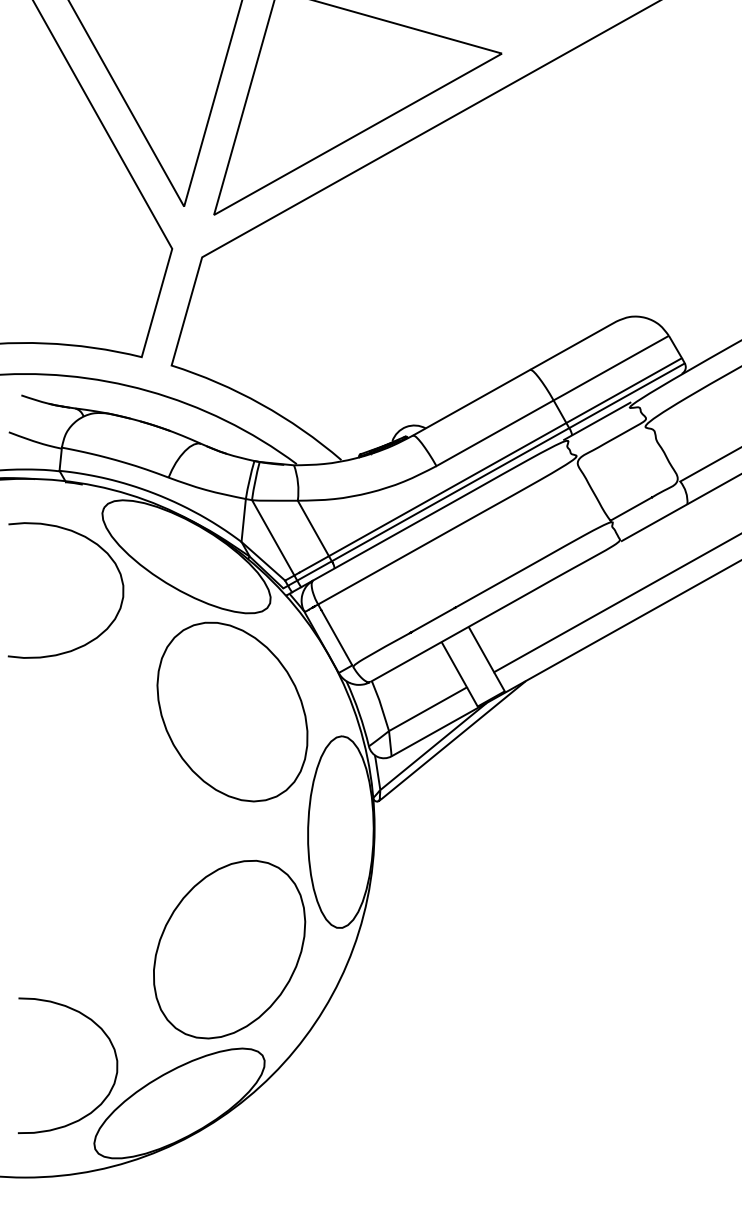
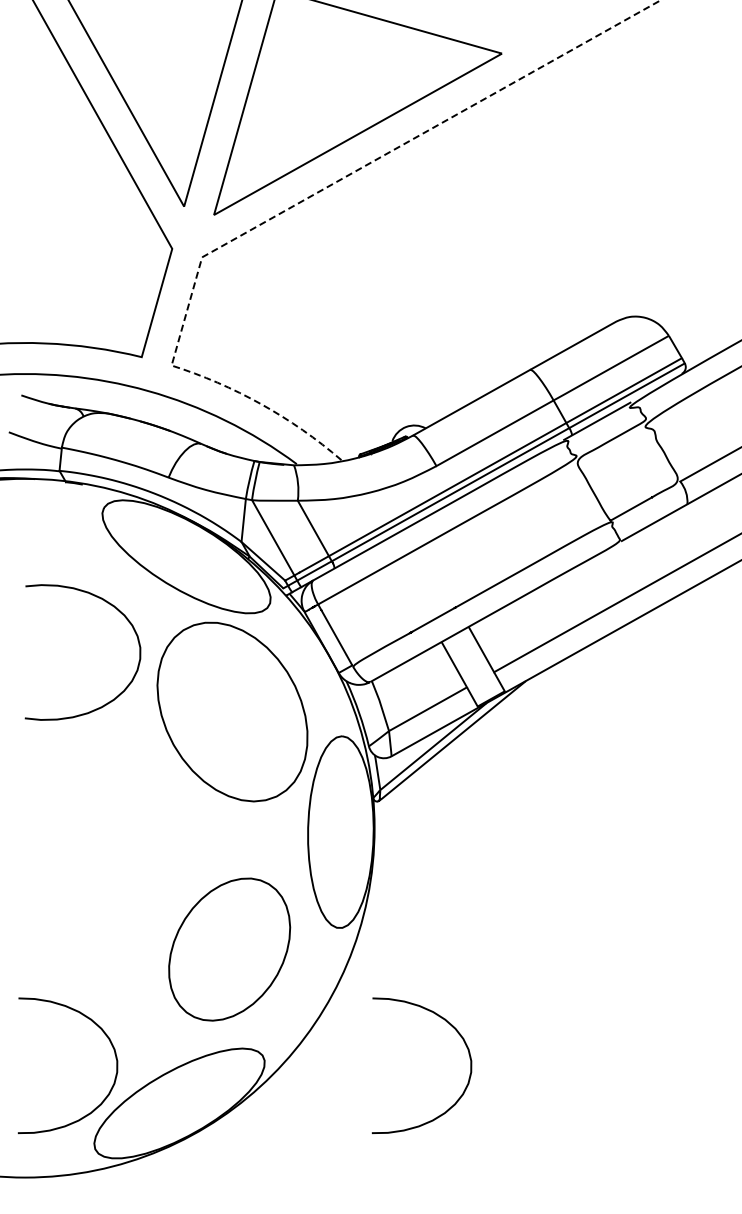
line at (284, 211): solid -> dashed
curve at (103, 551) position: (103, 551) -> (120, 613)
part at (229, 949) size: 154x181 px -> 124x145 px
curve at (457, 1033): none -> present
